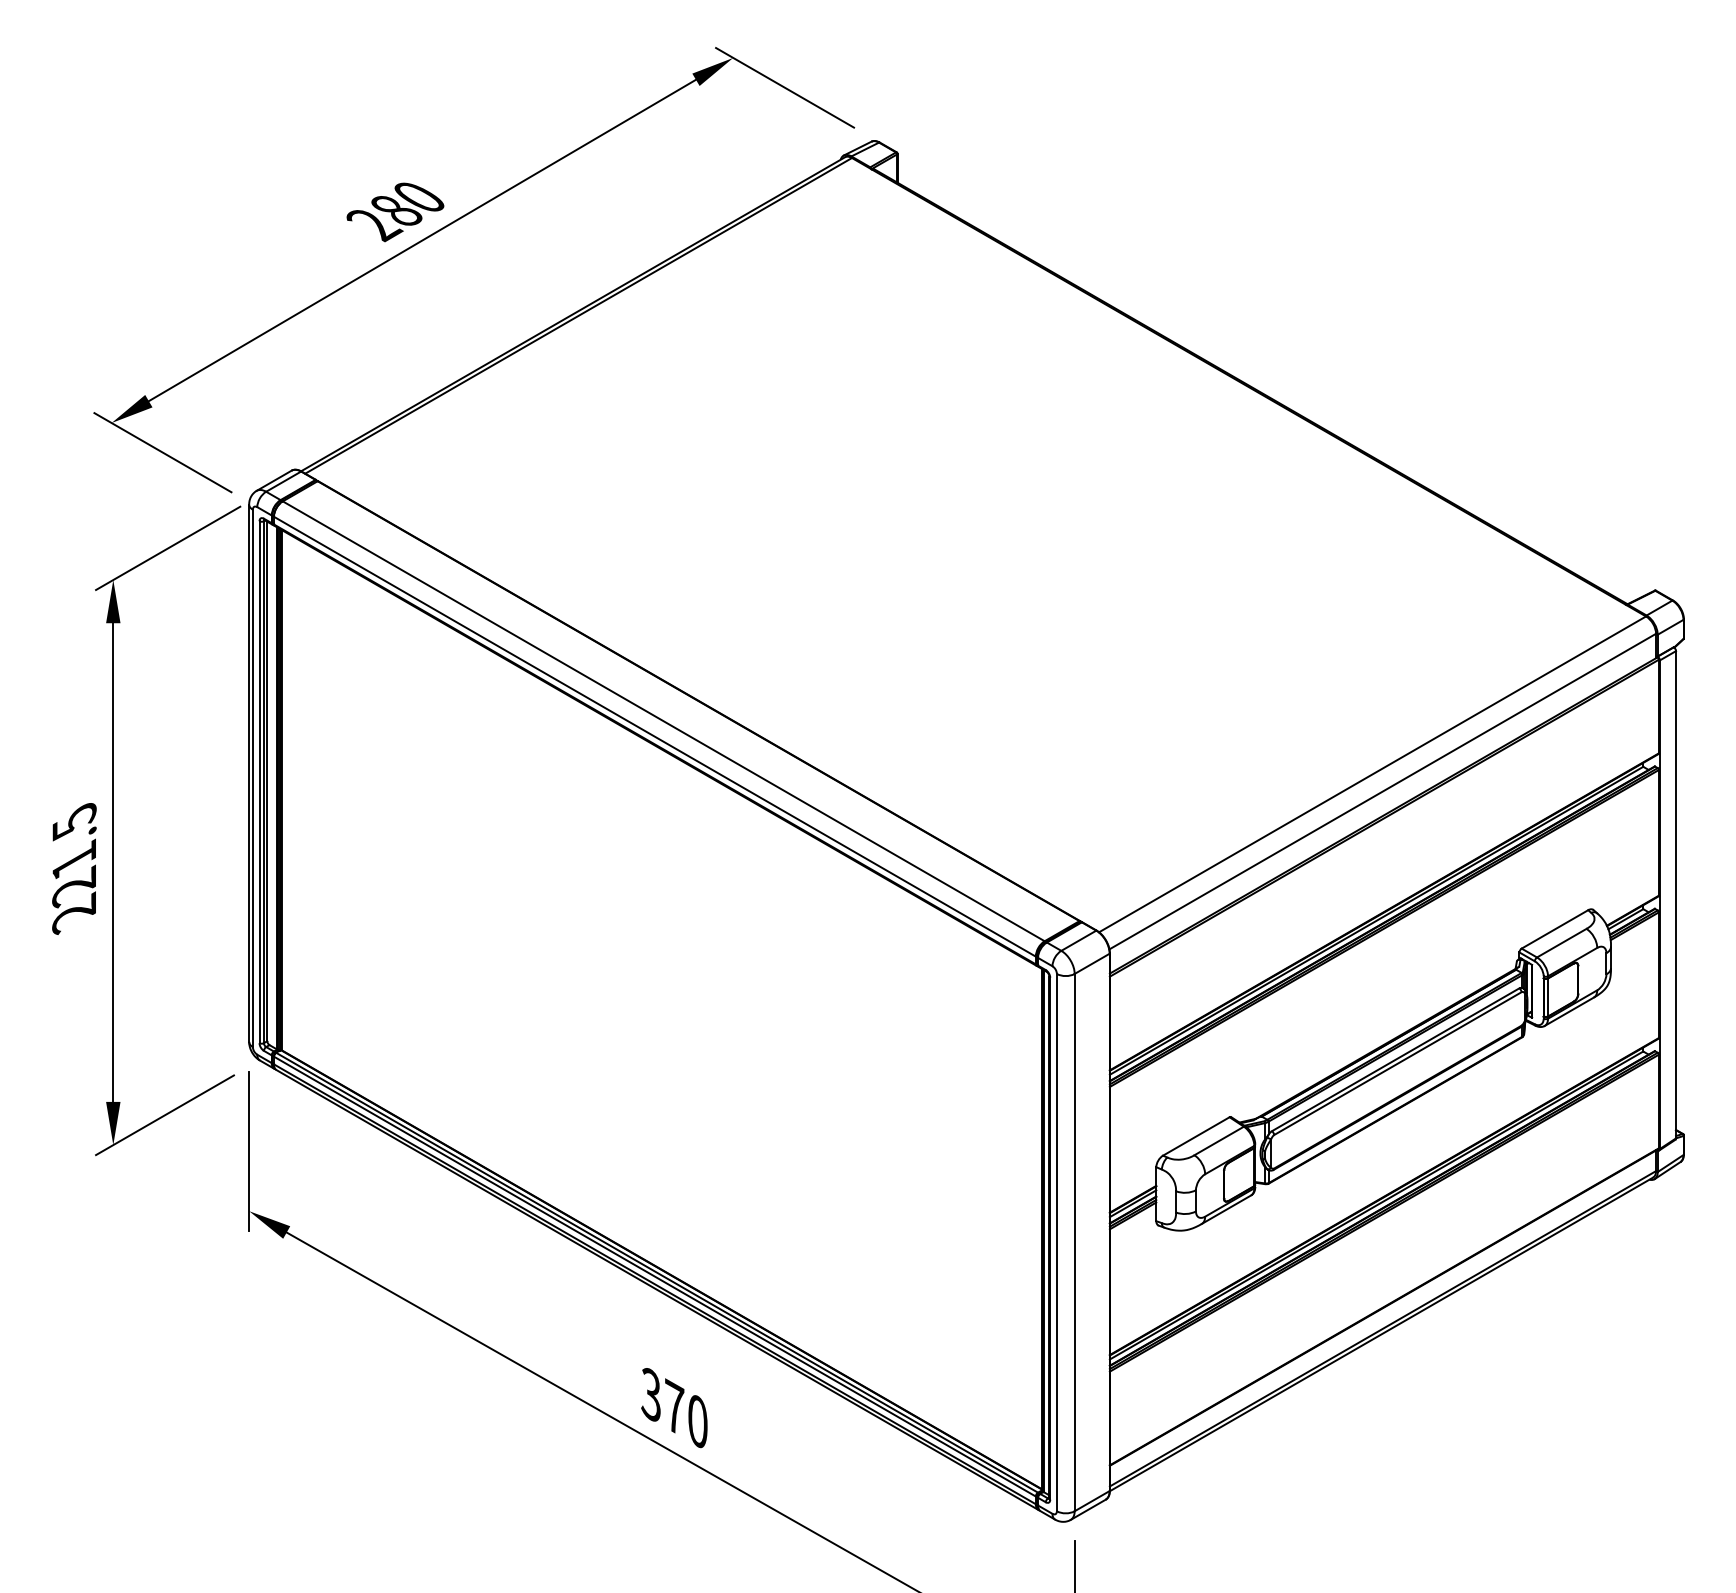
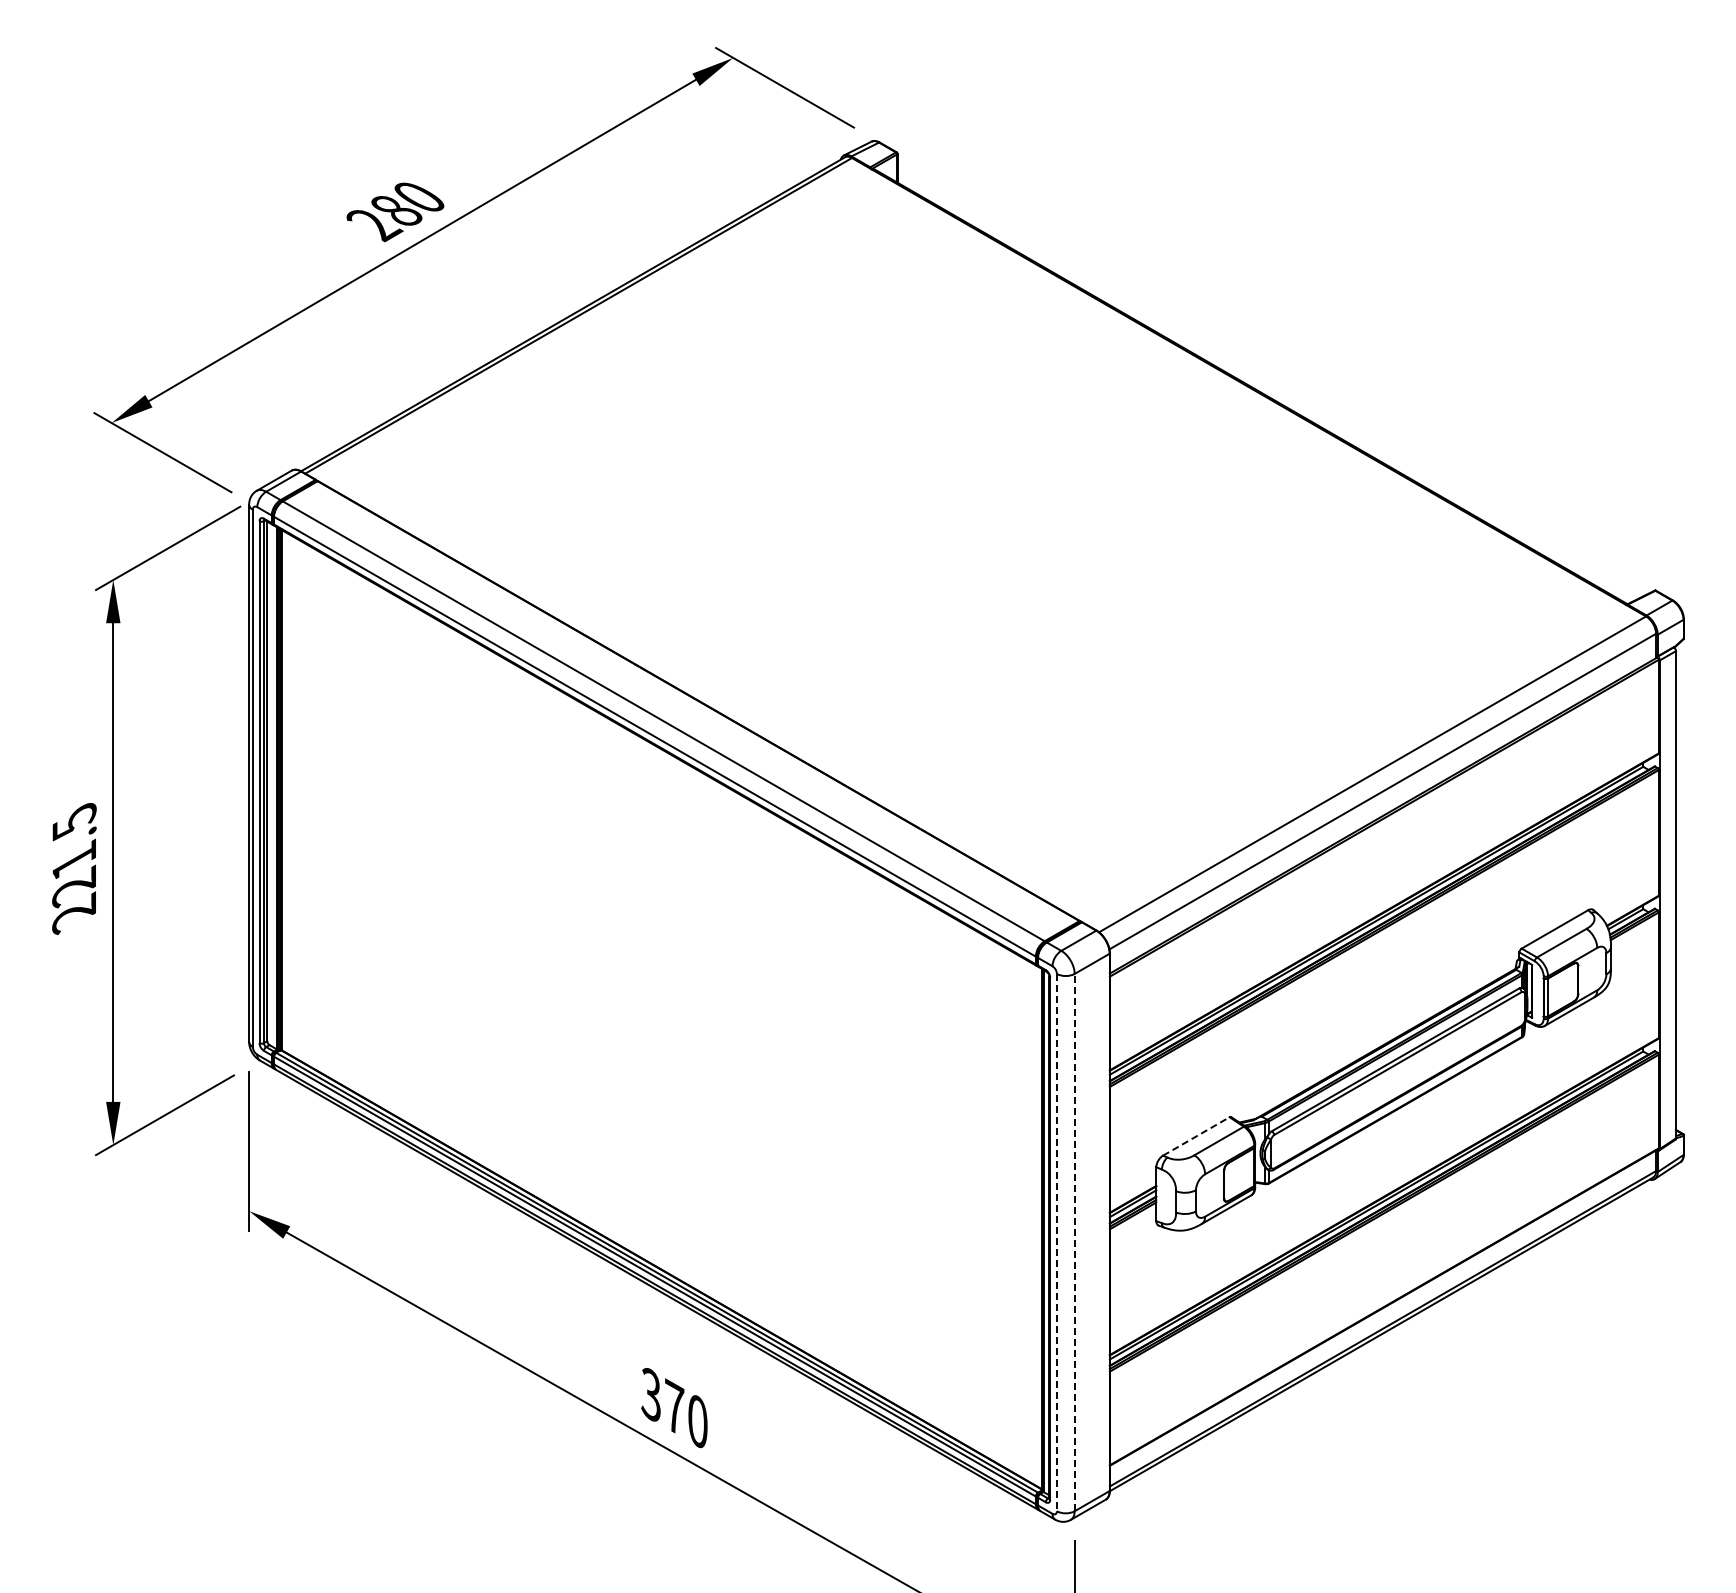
line at (1196, 1136): solid -> dashed
line at (1056, 1242): solid -> dashed
line at (1074, 1242): solid -> dashed
